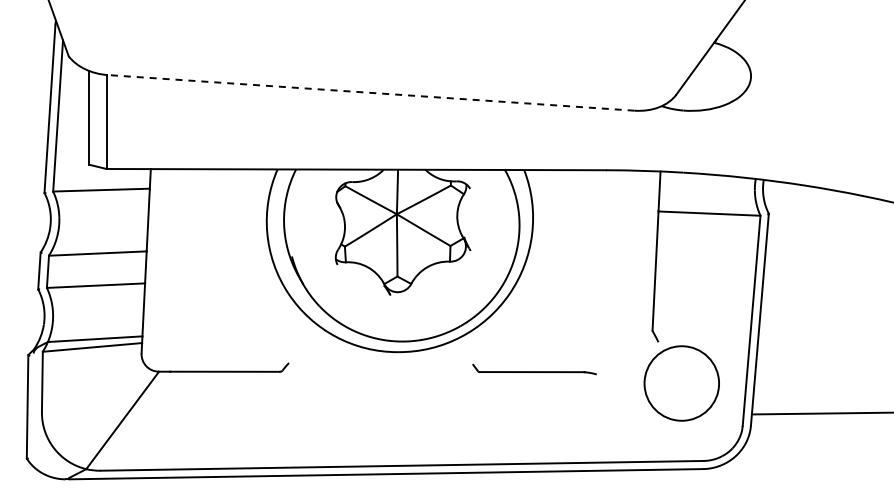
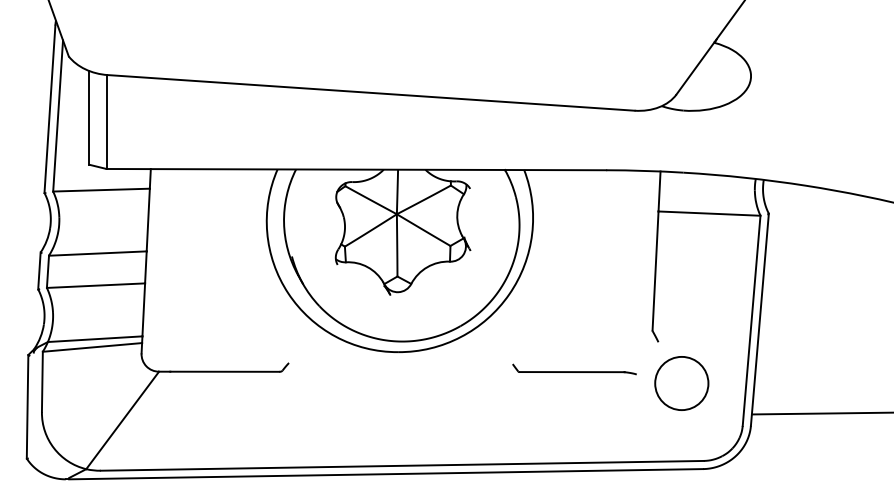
line at (370, 92): dashed -> solid
part at (534, 369) position: (534, 369) -> (574, 369)
circle at (681, 383) diameter: 75 px -> 53 px
